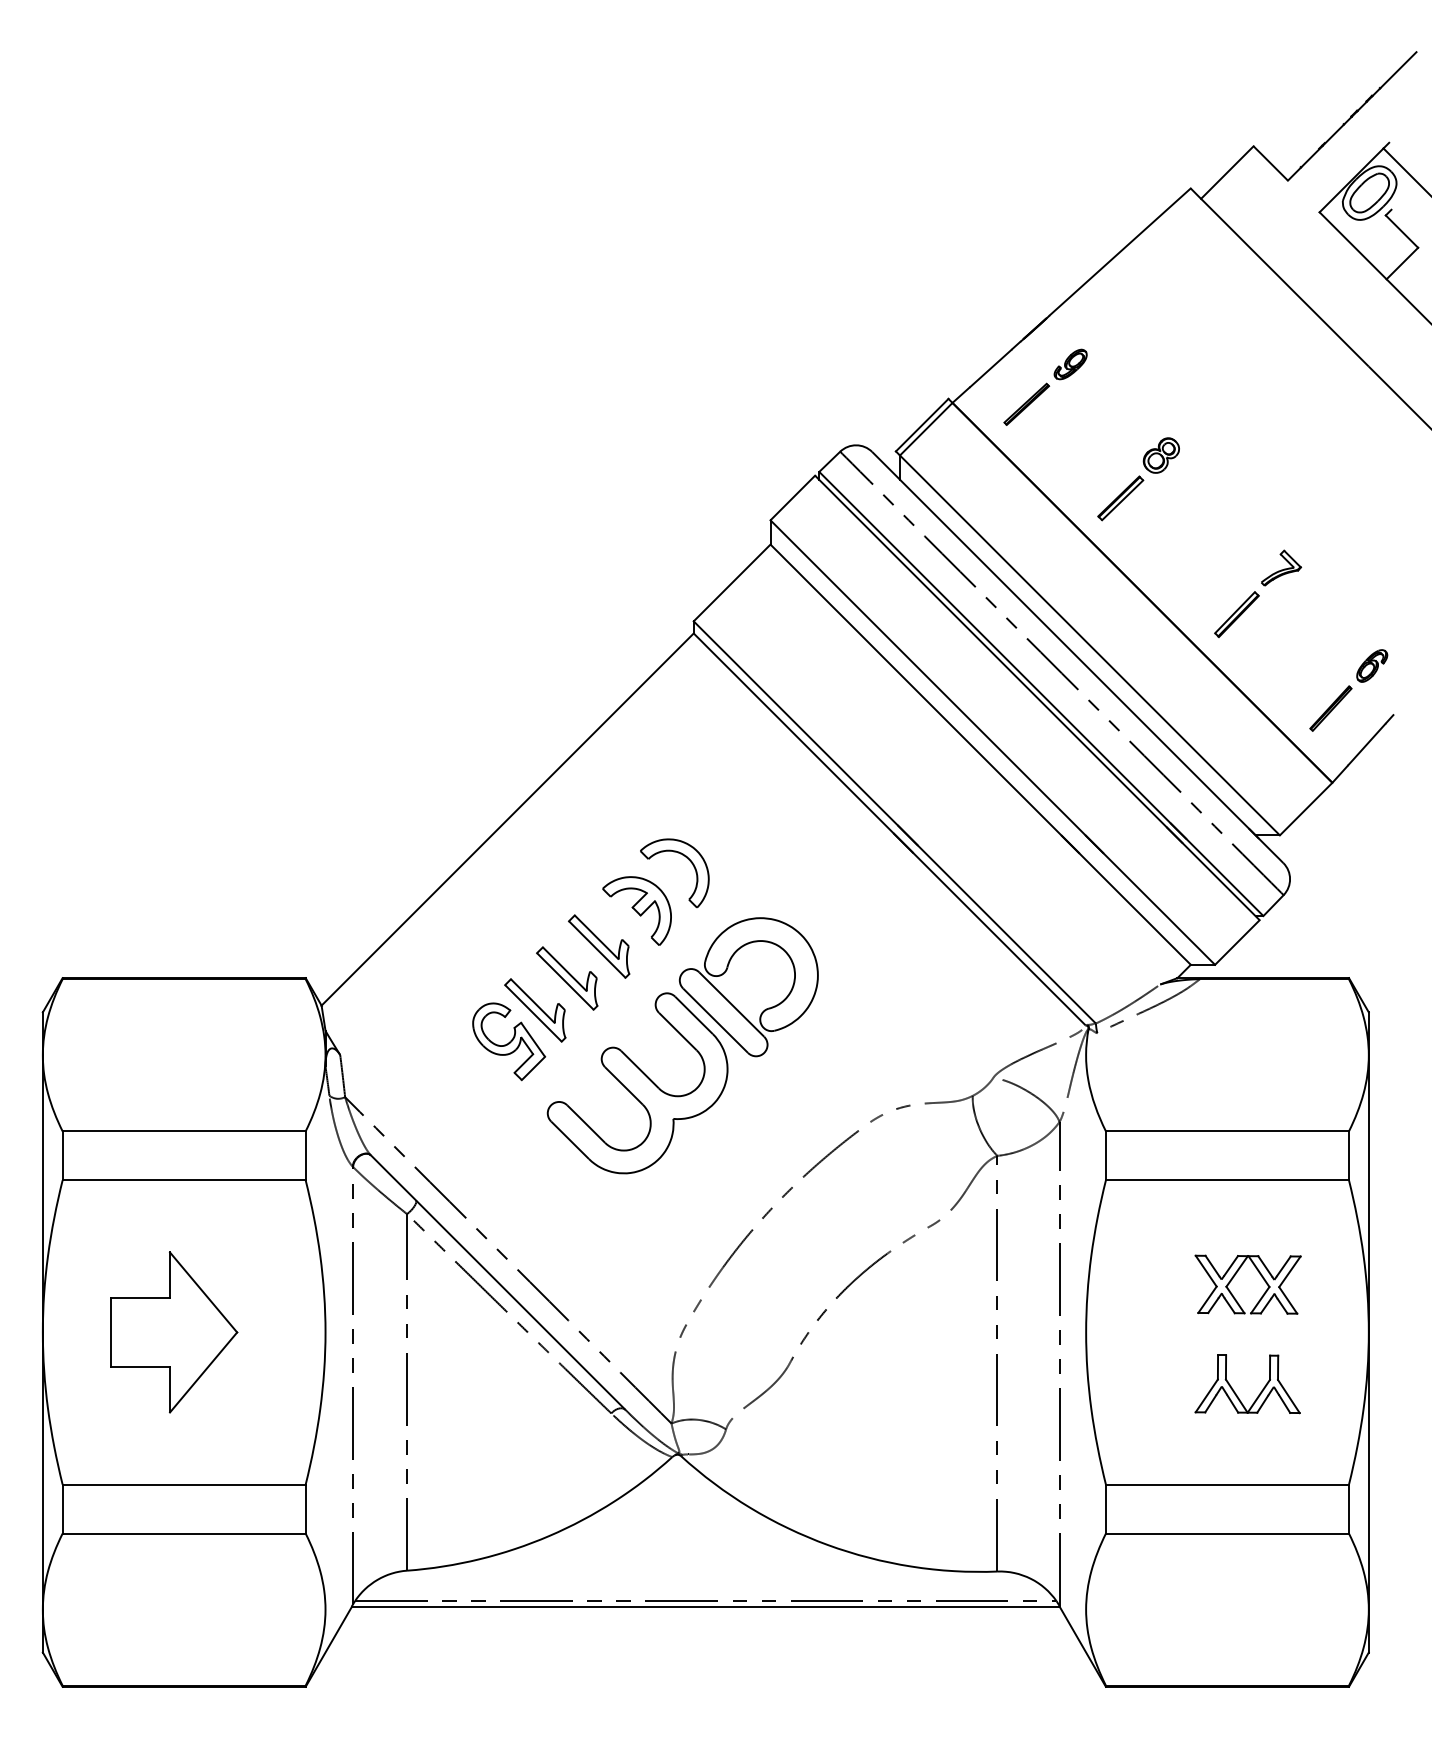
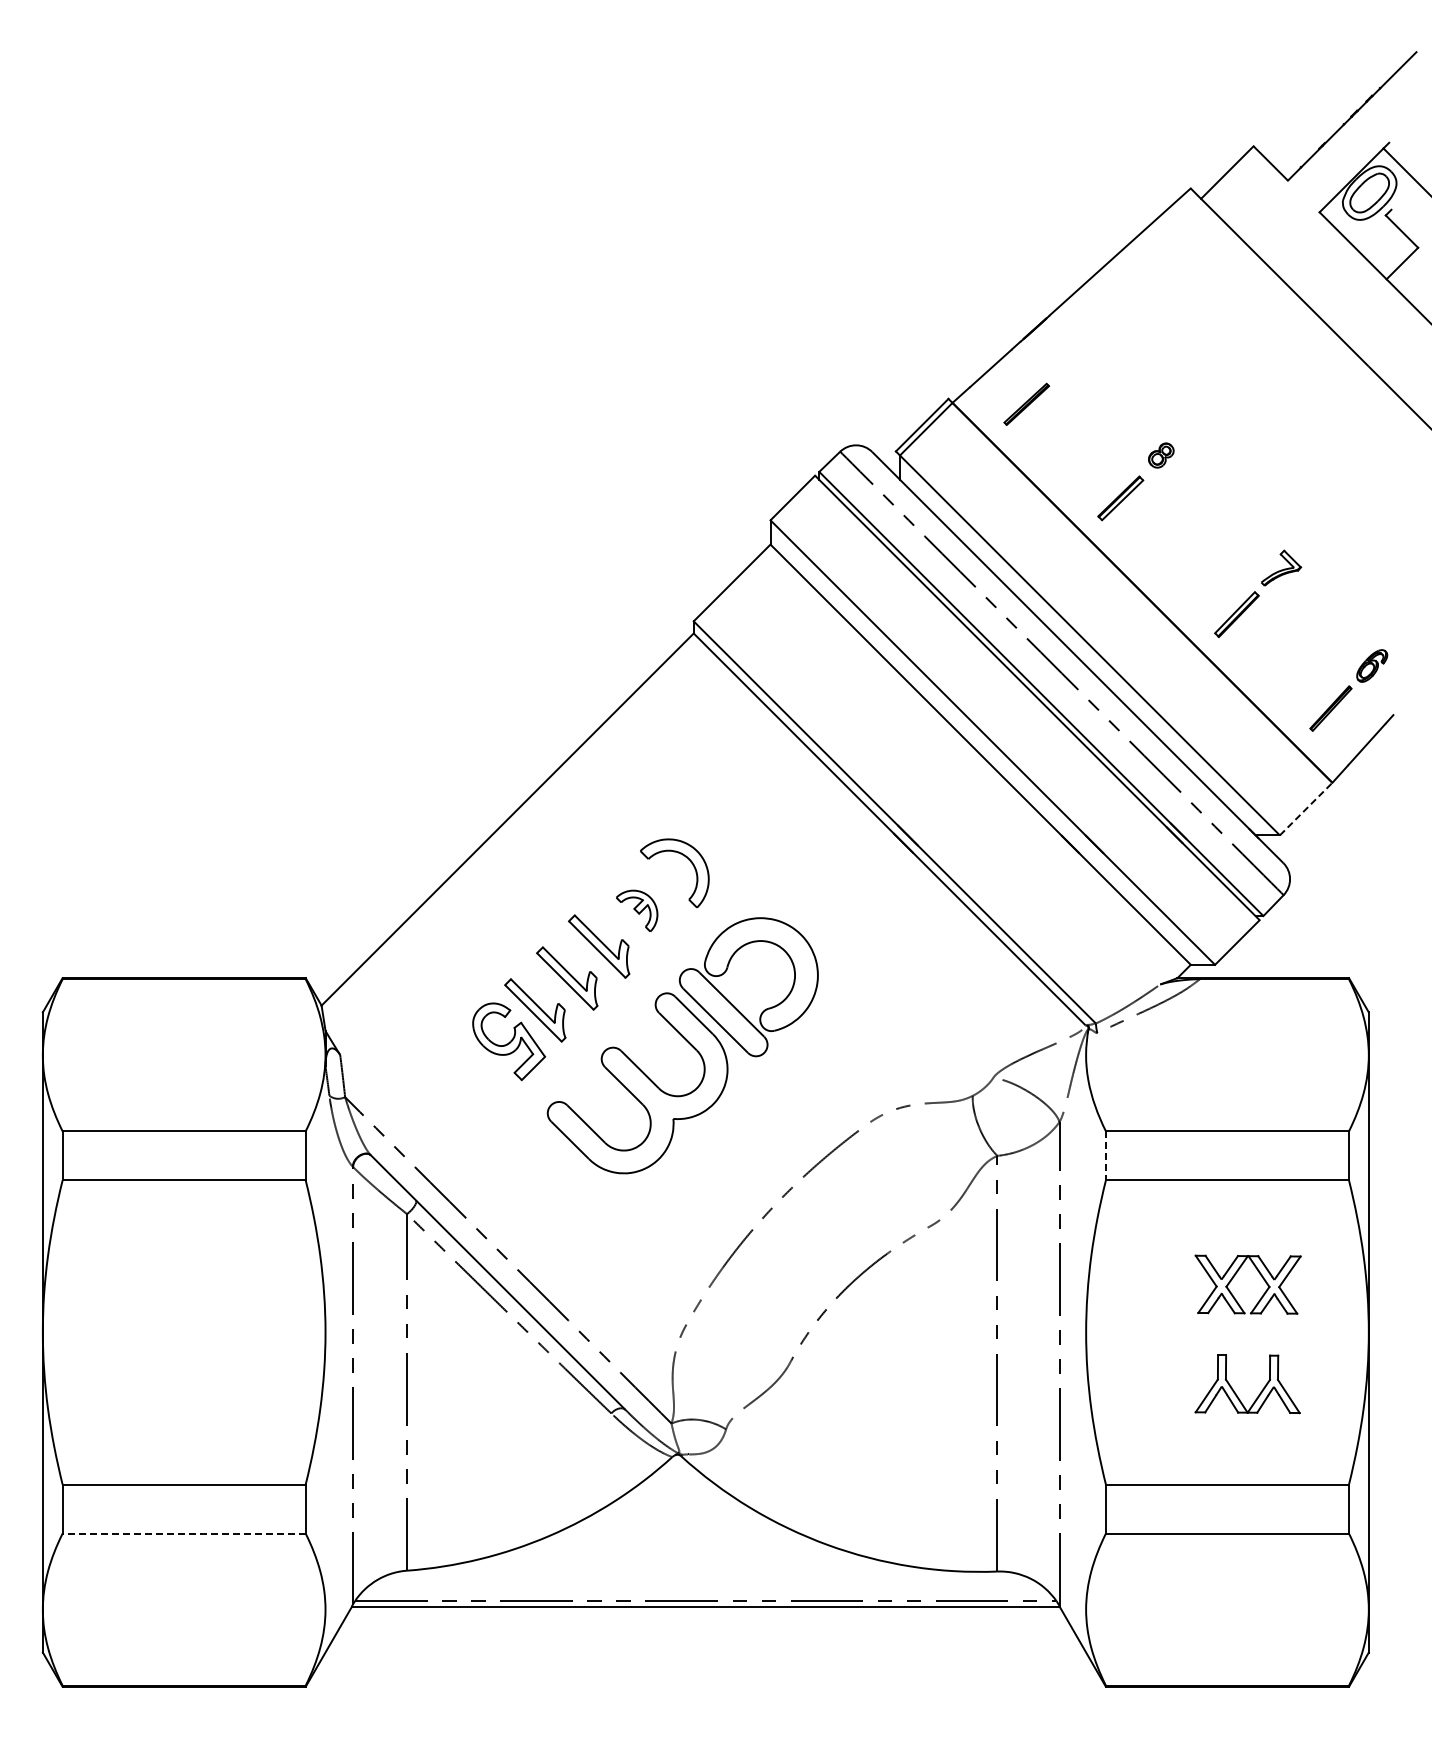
part at (1070, 364): present -> none
part at (1160, 455) size: 38x37 px -> 27x27 px
line at (1306, 808): solid -> dashed
part at (636, 910) size: 70x70 px -> 43x43 px
line at (1105, 1155): solid -> dashed
part at (174, 1332): present -> none
line at (184, 1533): solid -> dashed
